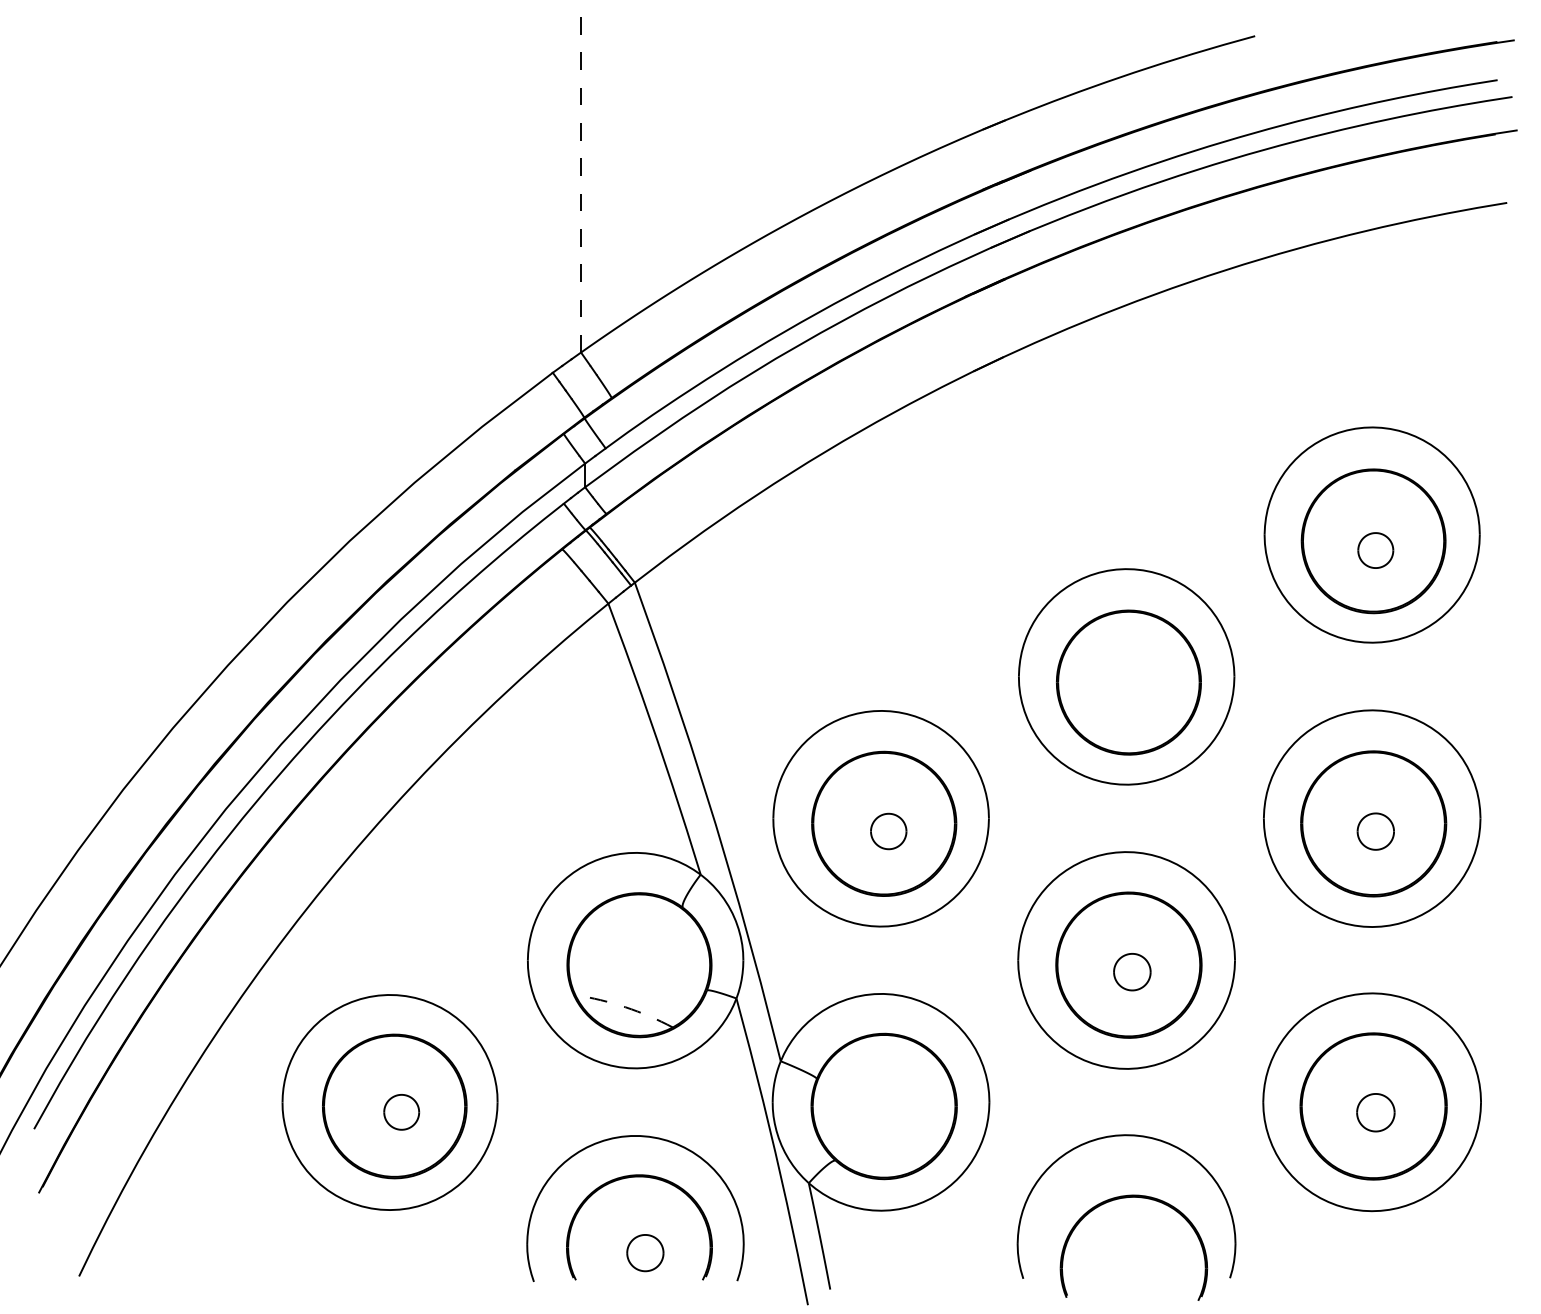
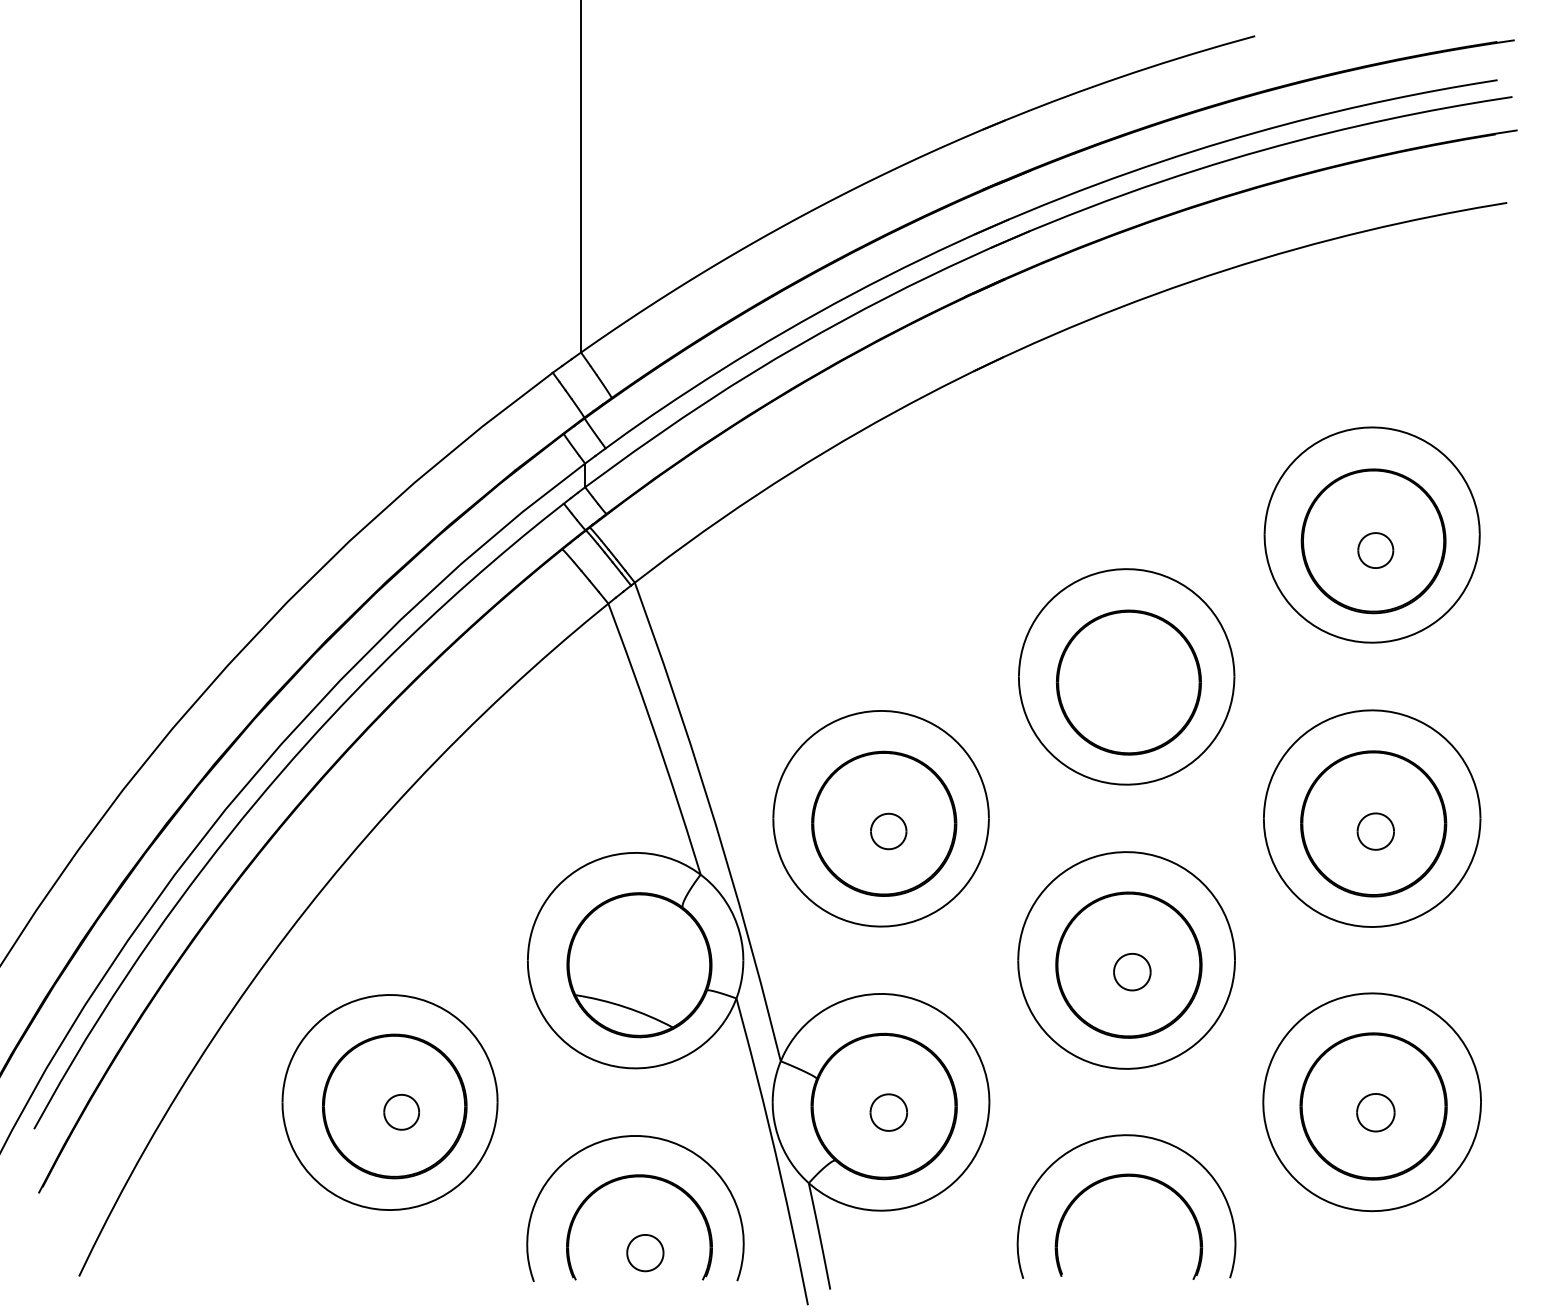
line at (581, 176): dashed -> solid
arc at (625, 1007): dashed -> solid
part at (888, 1112): none -> present
part at (1126, 1198) position: (1126, 1198) -> (1121, 1177)
